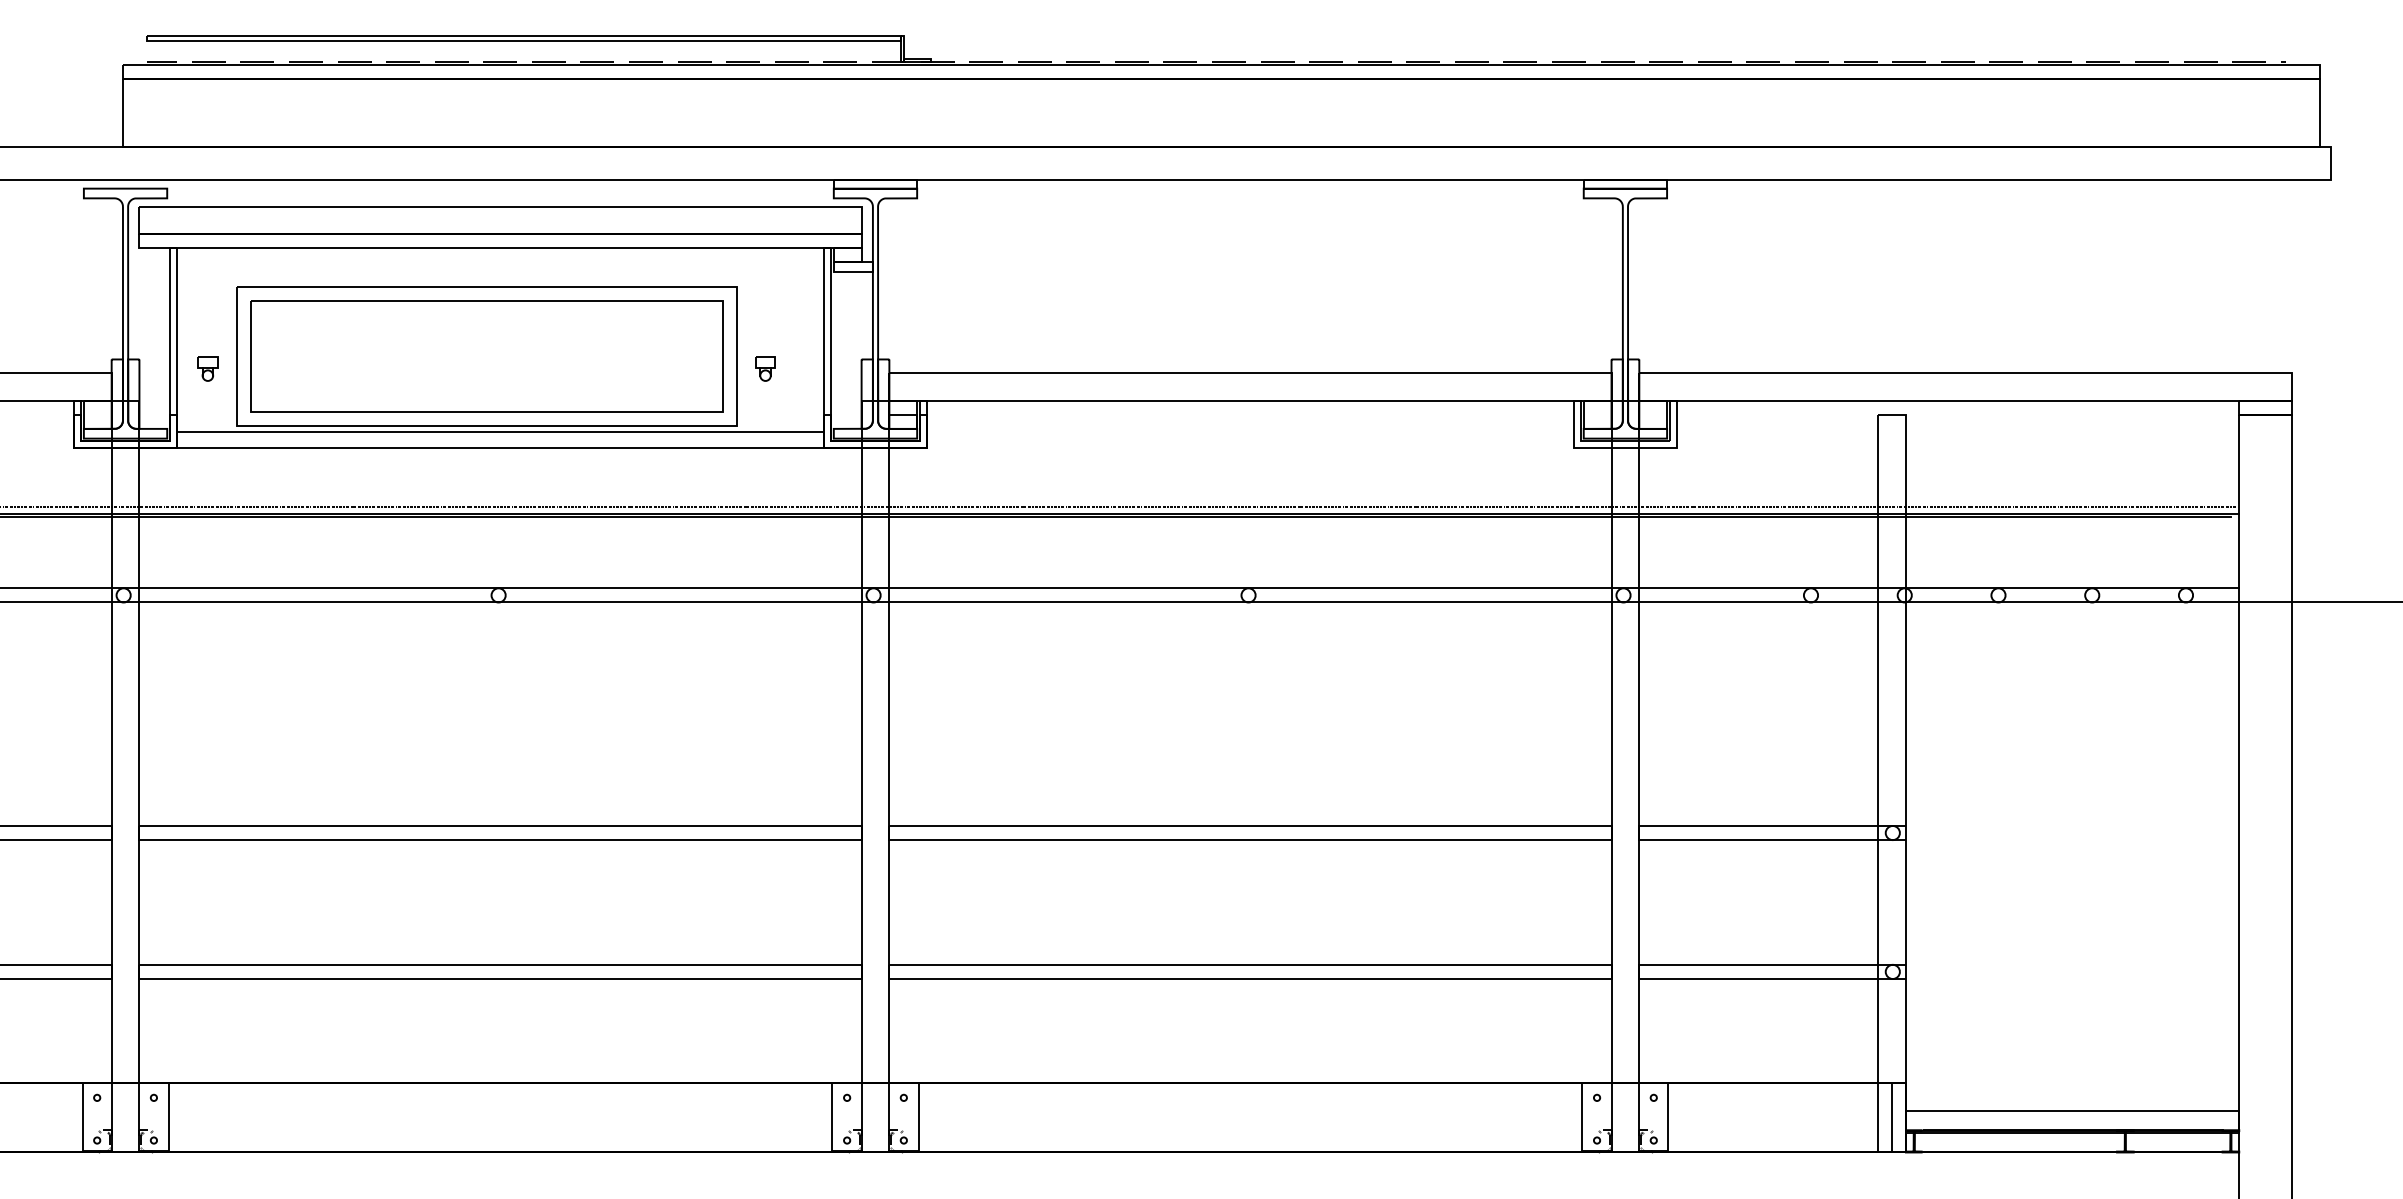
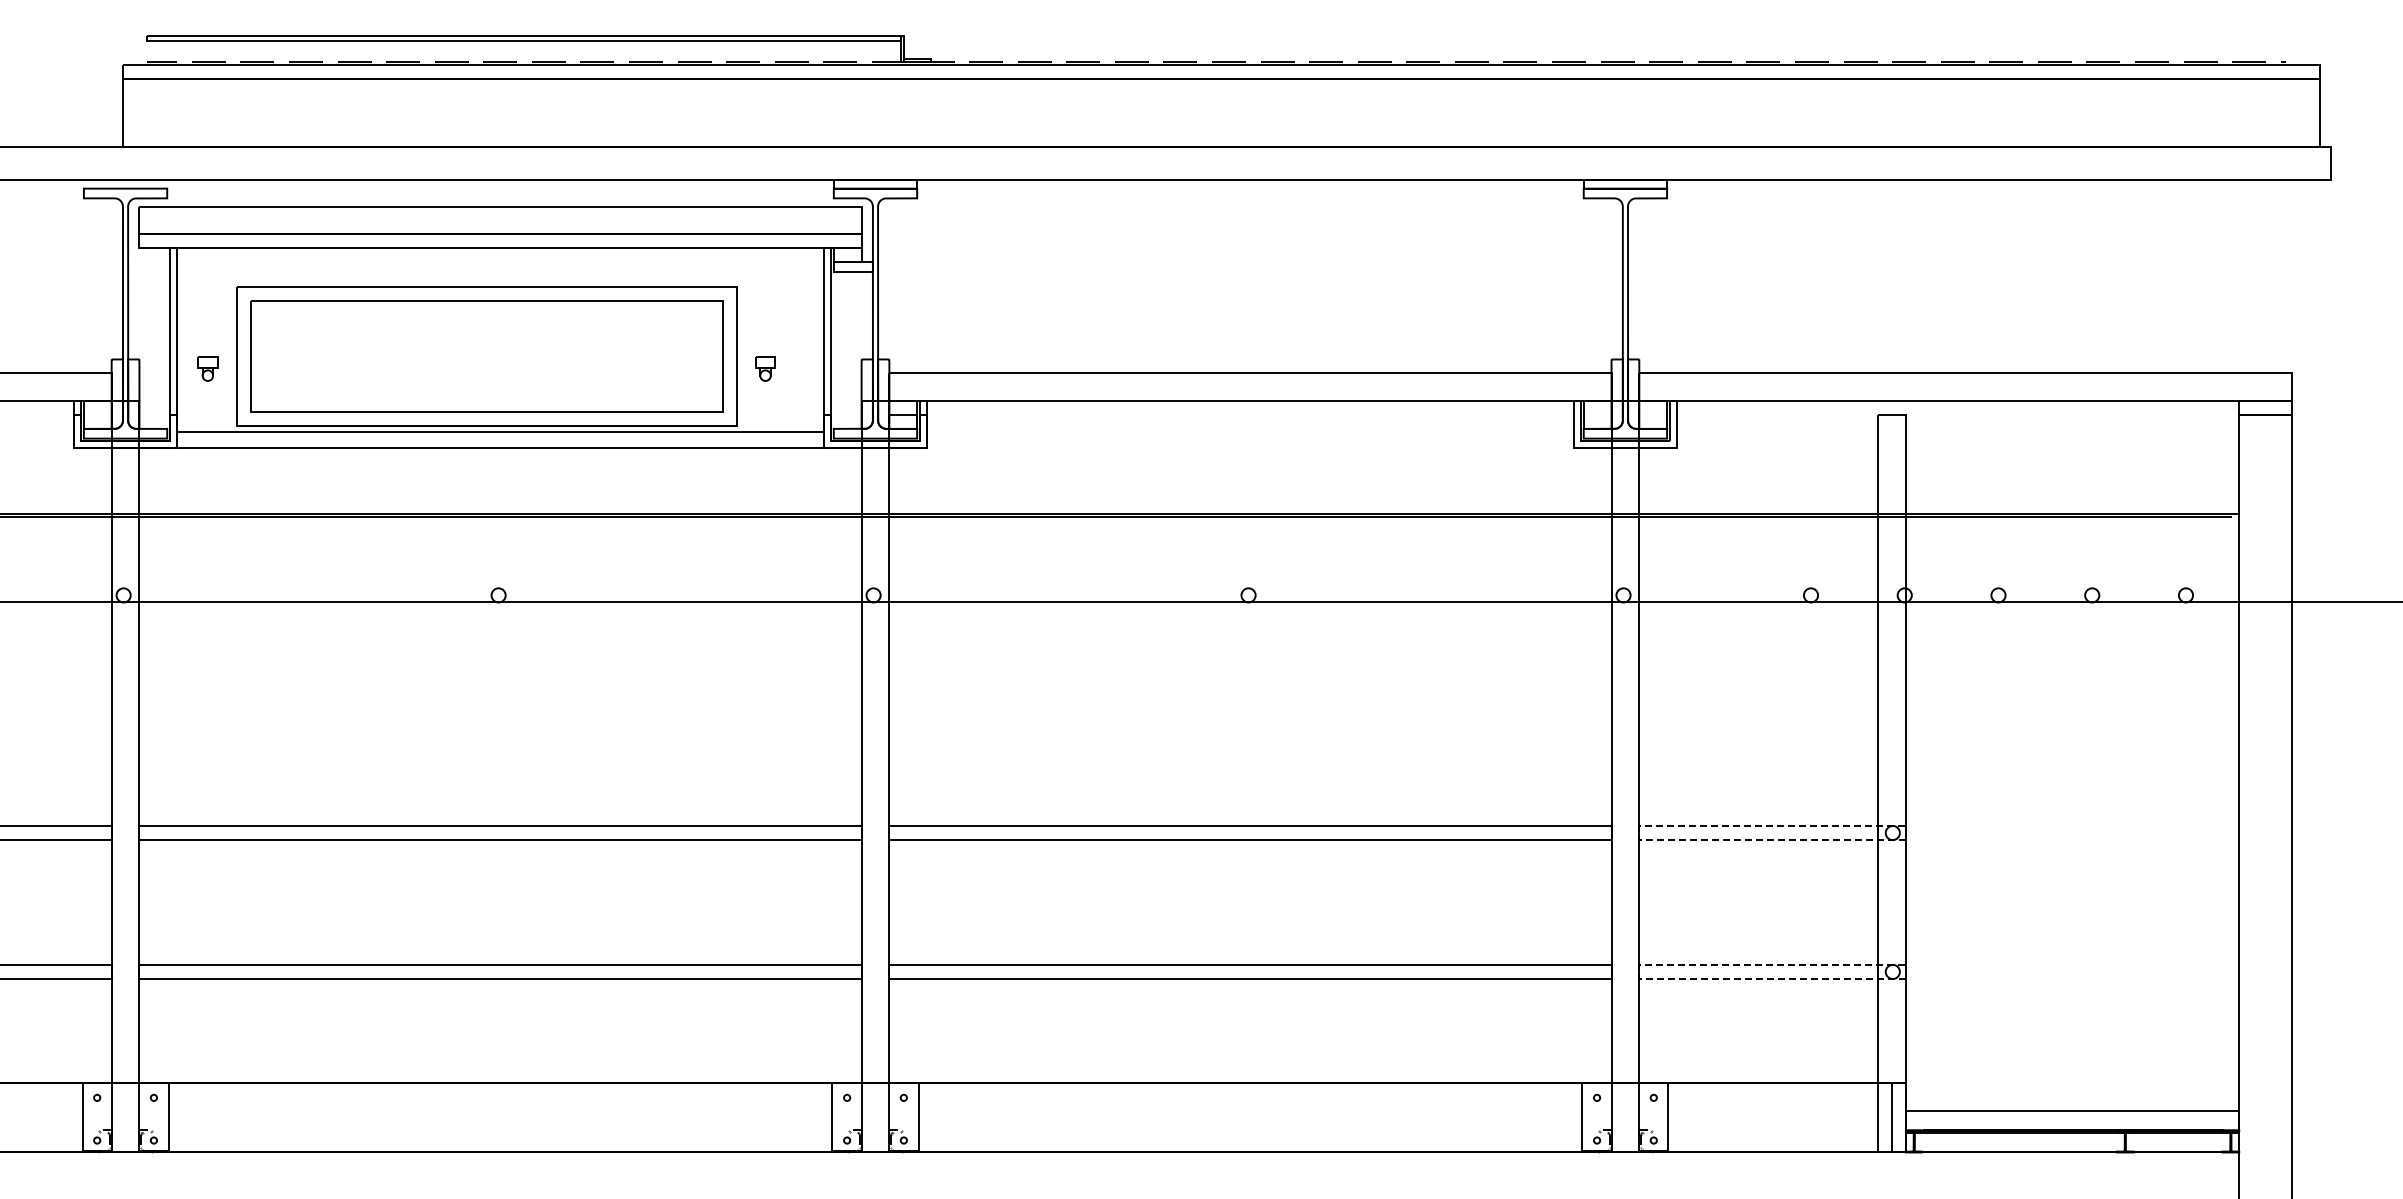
line at (1119, 506): present -> none
line at (1120, 588): present -> none
line at (1639, 833): solid -> dashed
line at (1639, 971): solid -> dashed
